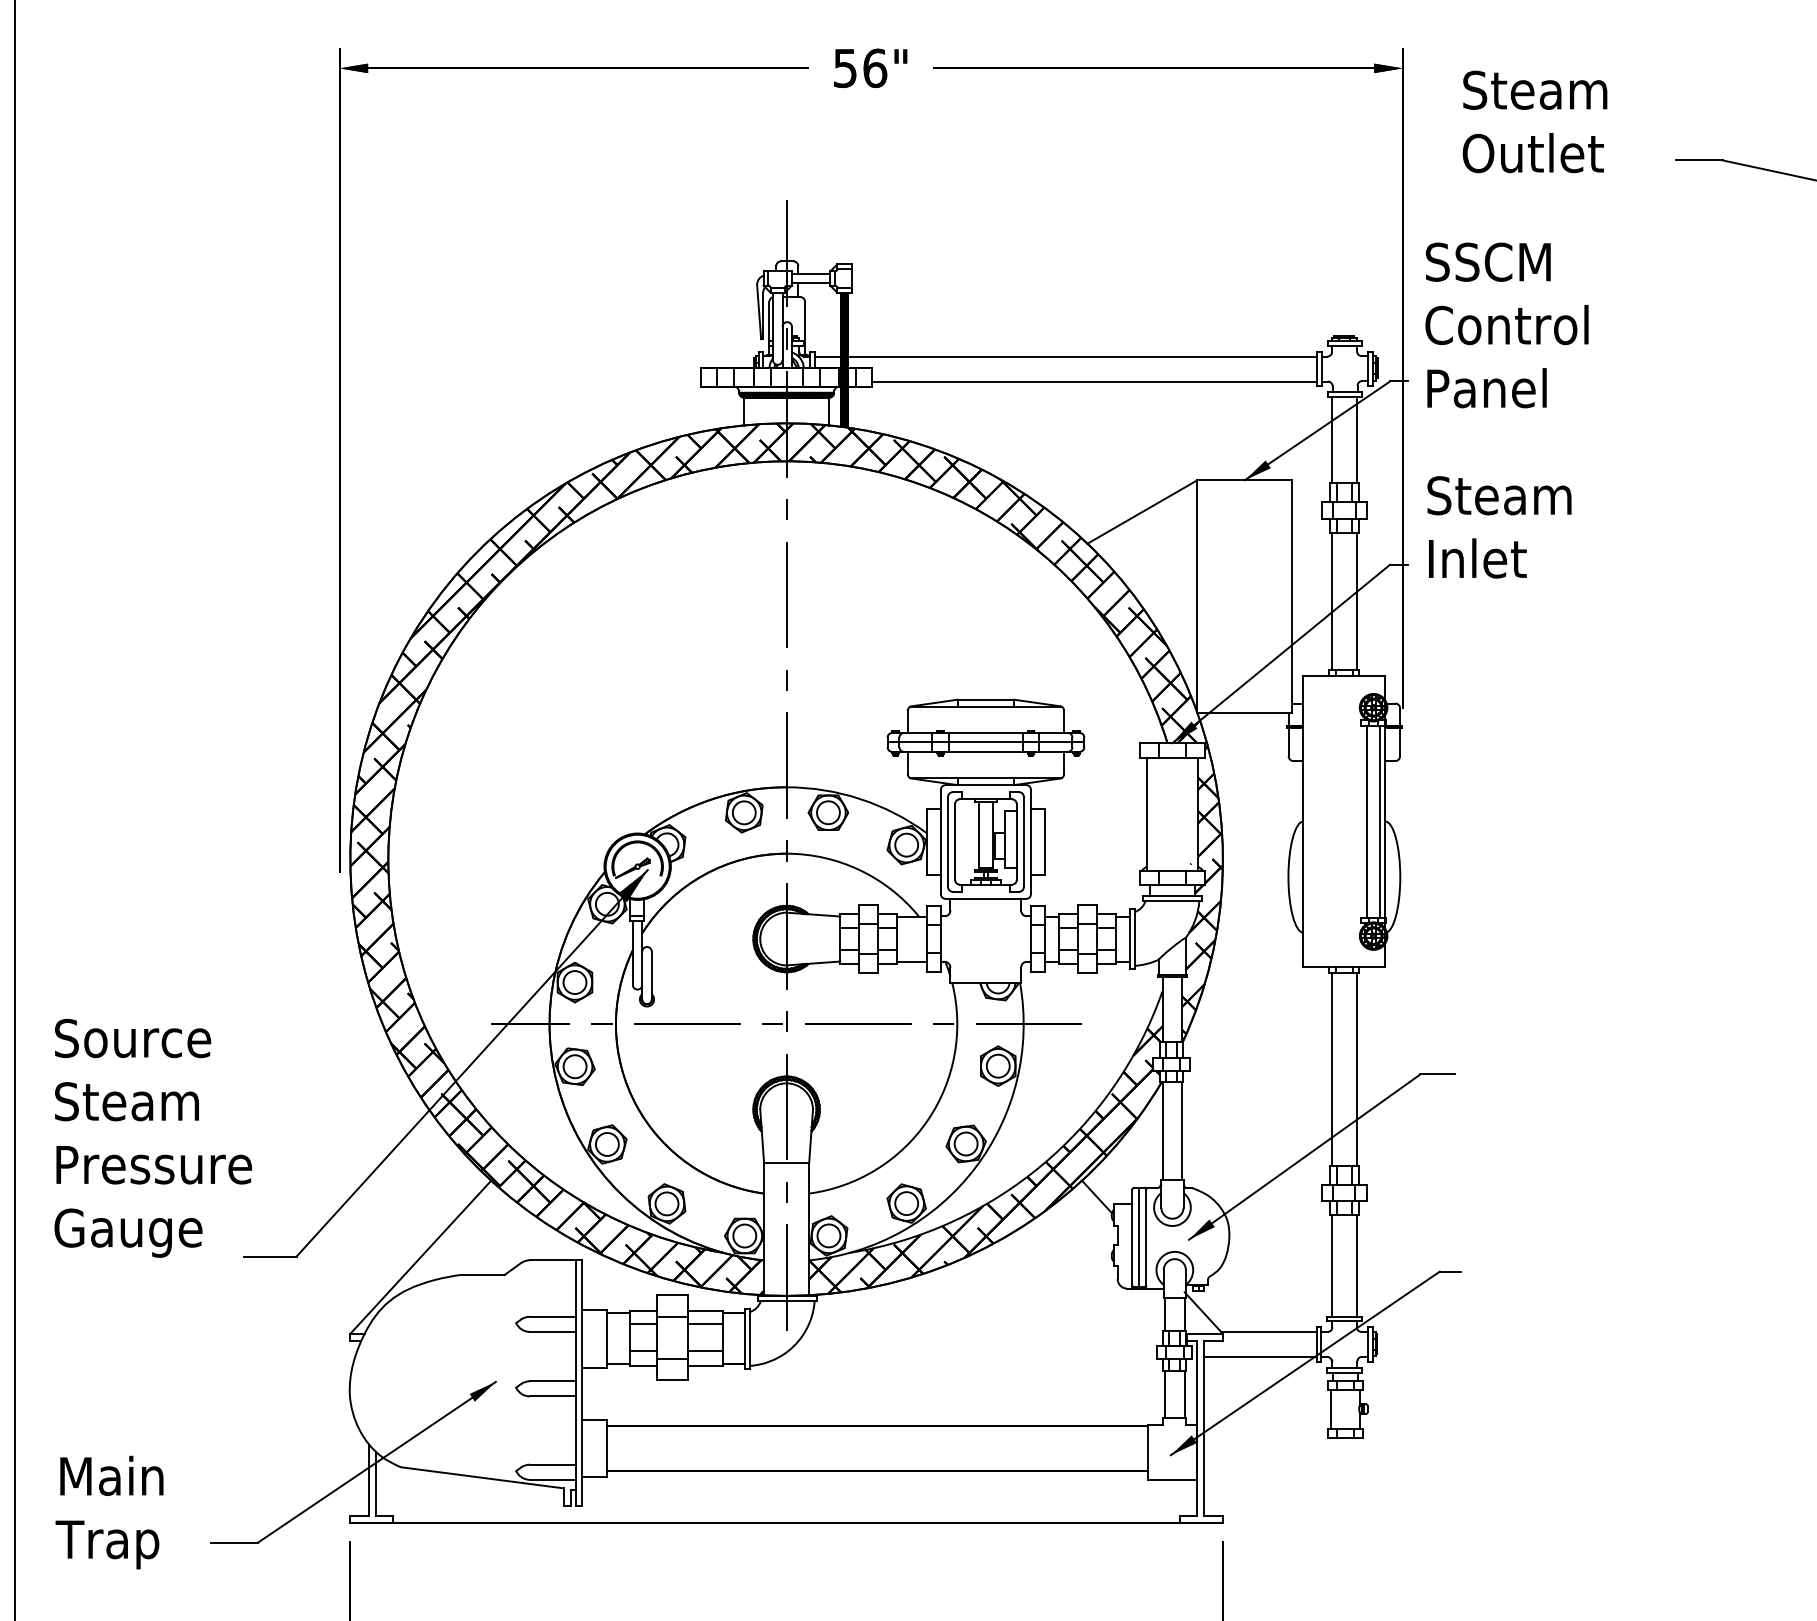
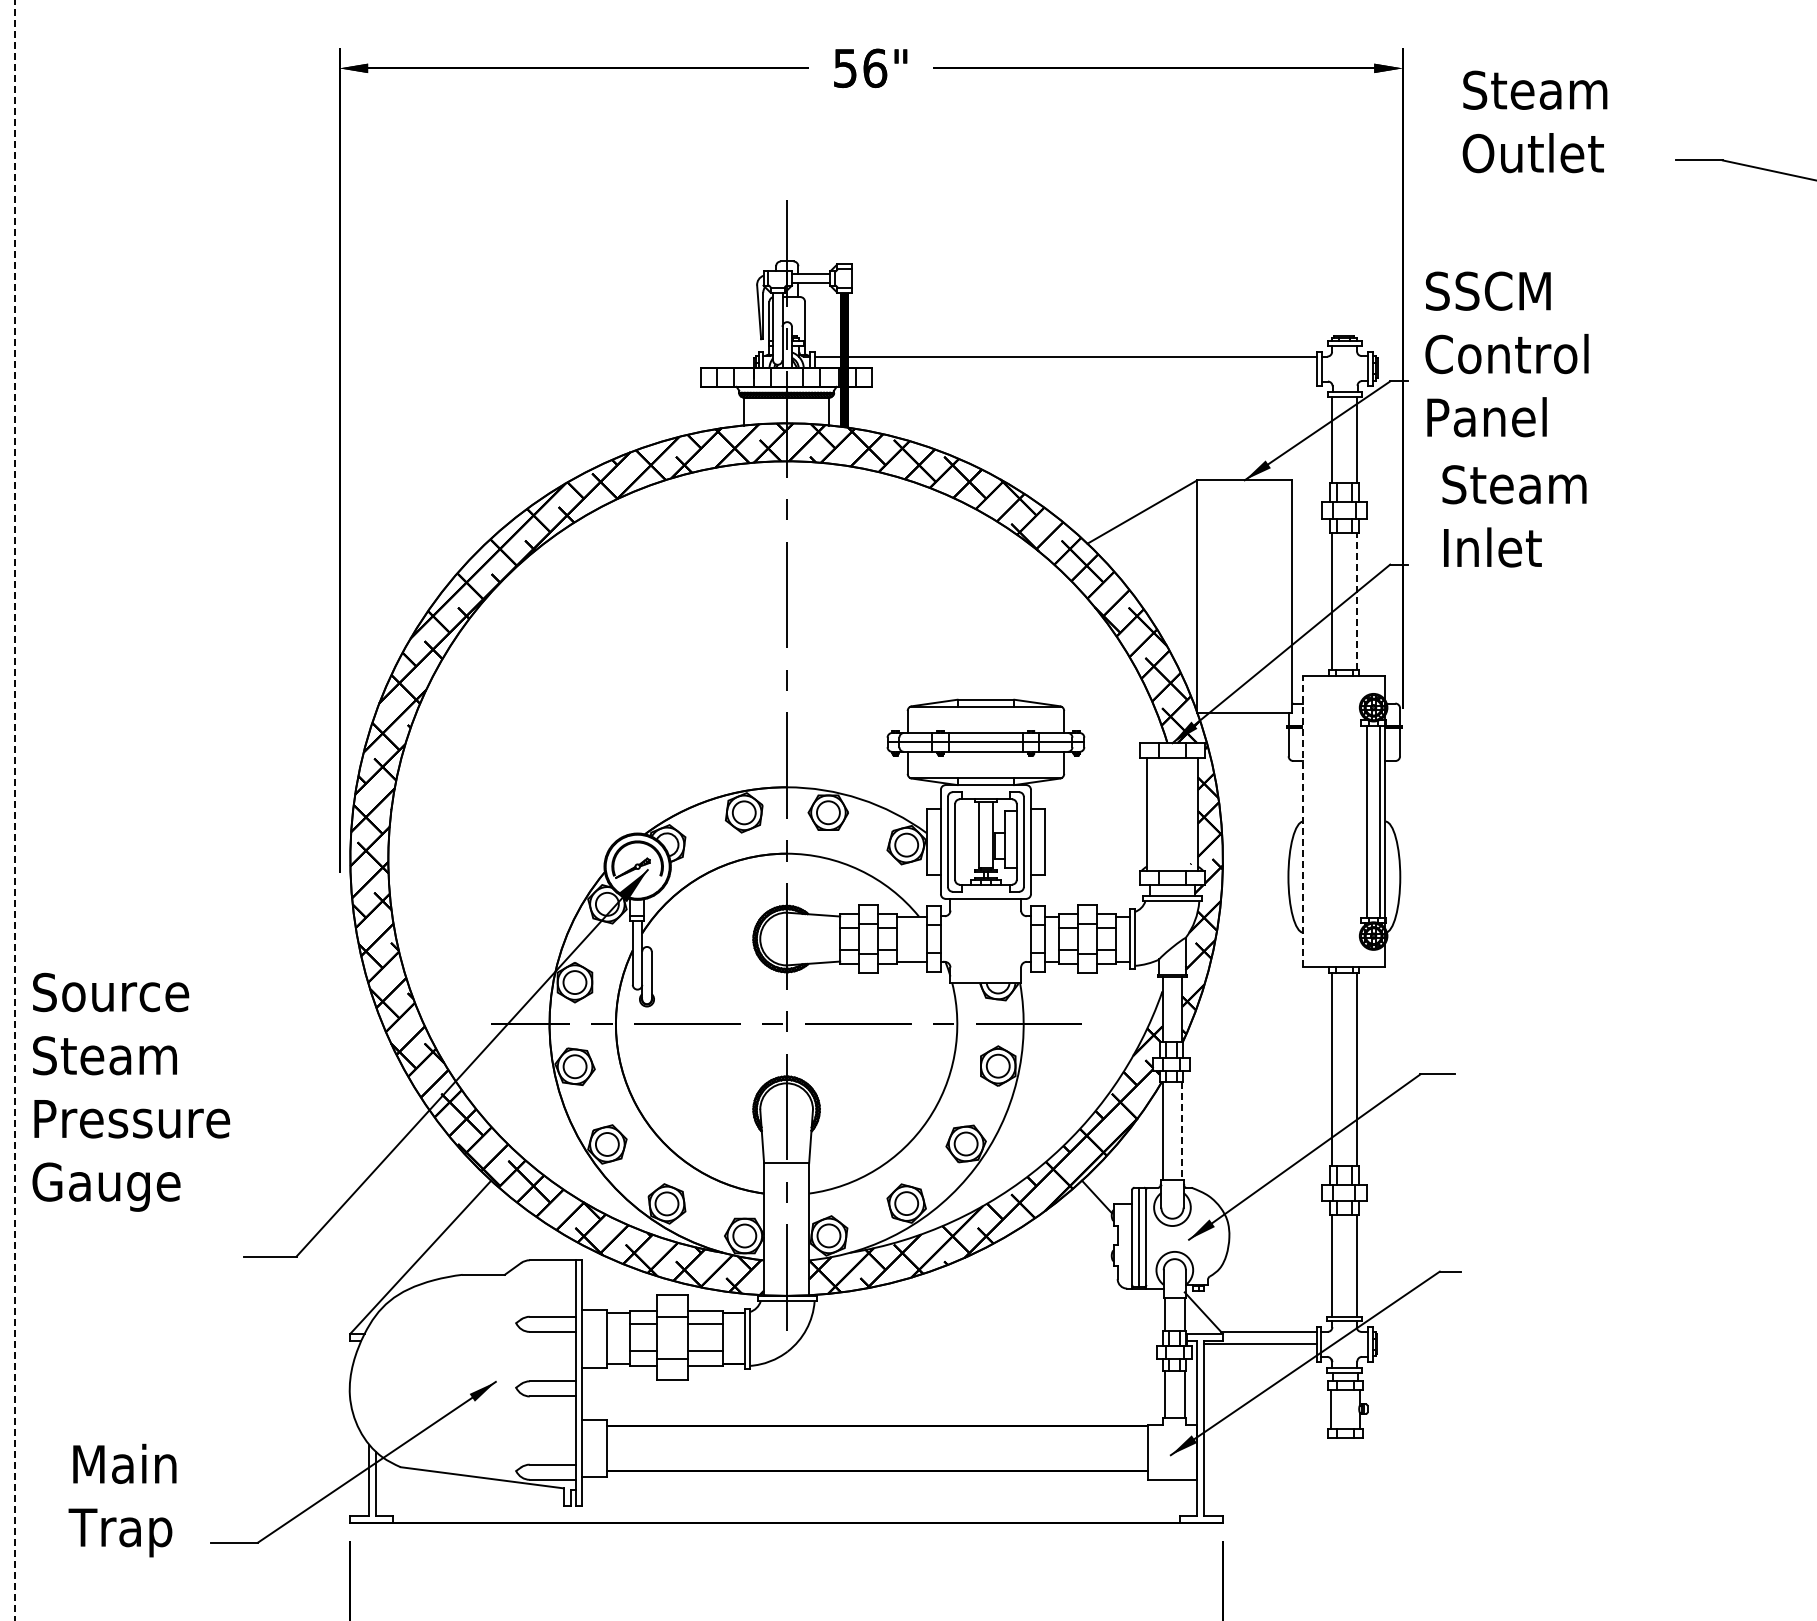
text at (1506, 325) position: (1506, 325) -> (1506, 354)
line at (1093, 381): present -> none
text at (1499, 527) position: (1499, 527) -> (1514, 516)
line at (1357, 601): solid -> dashed
line at (14, 810): solid -> dashed
line at (1303, 820): solid -> dashed
line at (1182, 1131): solid -> dashed
text at (153, 1137) position: (153, 1137) -> (131, 1091)
line at (1260, 1357) position: (1260, 1357) -> (1260, 1344)
text at (109, 1512) position: (109, 1512) -> (122, 1500)
